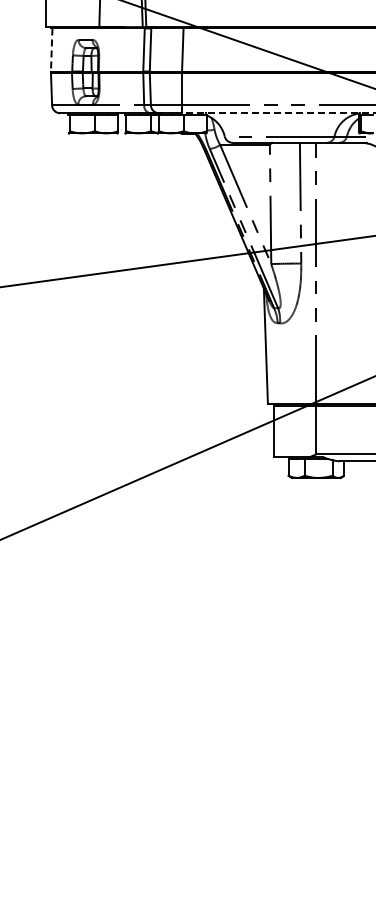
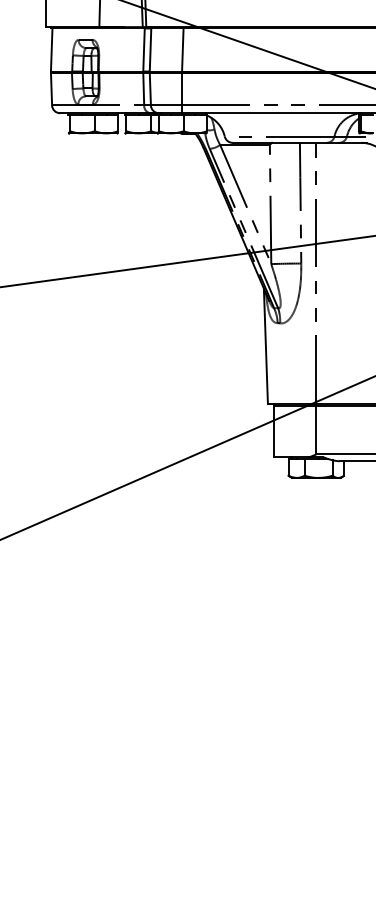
line at (51, 50): dashed -> solid
line at (278, 113): dashed -> solid
